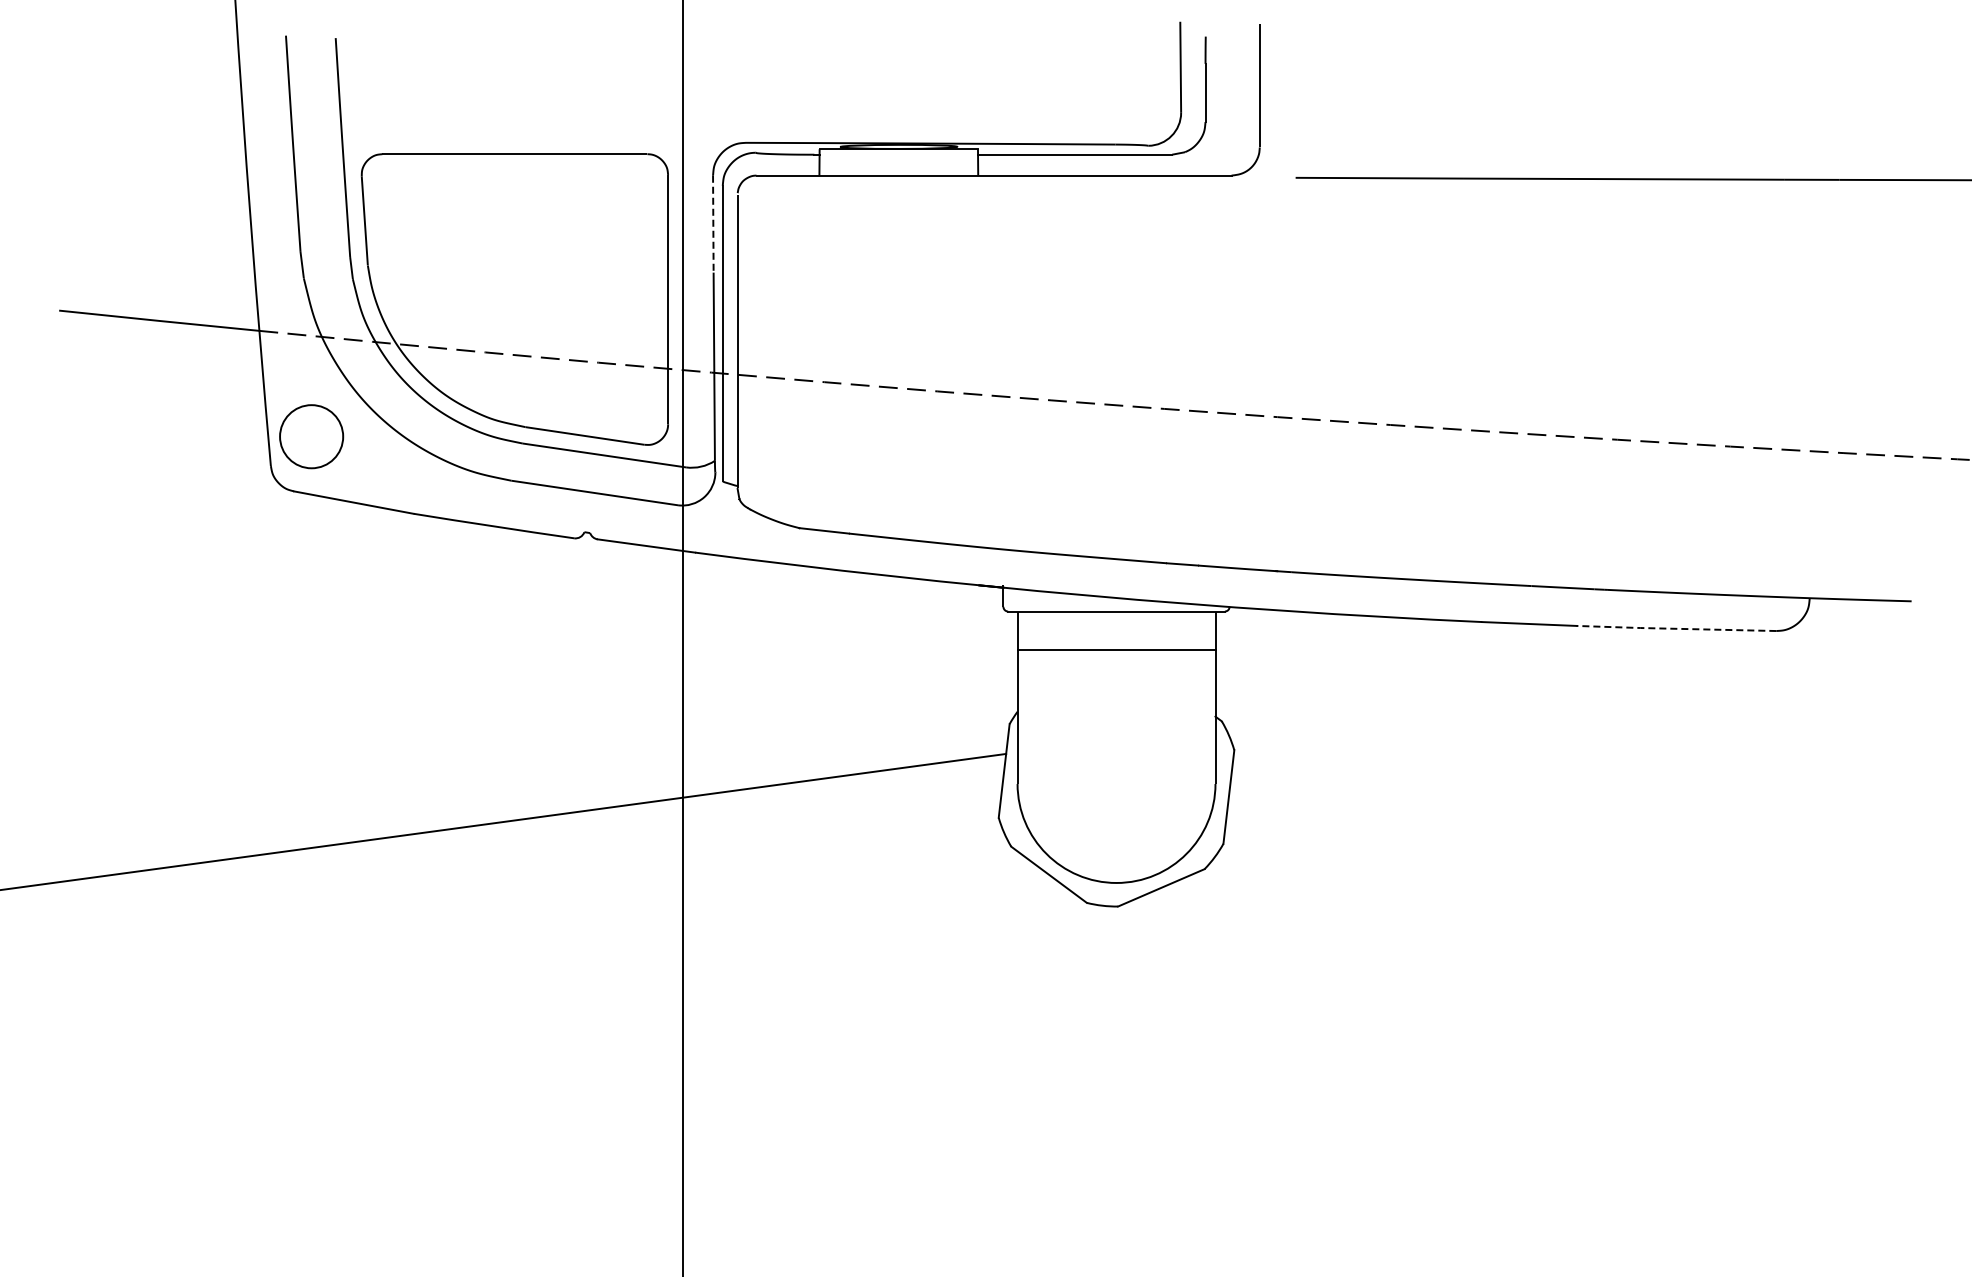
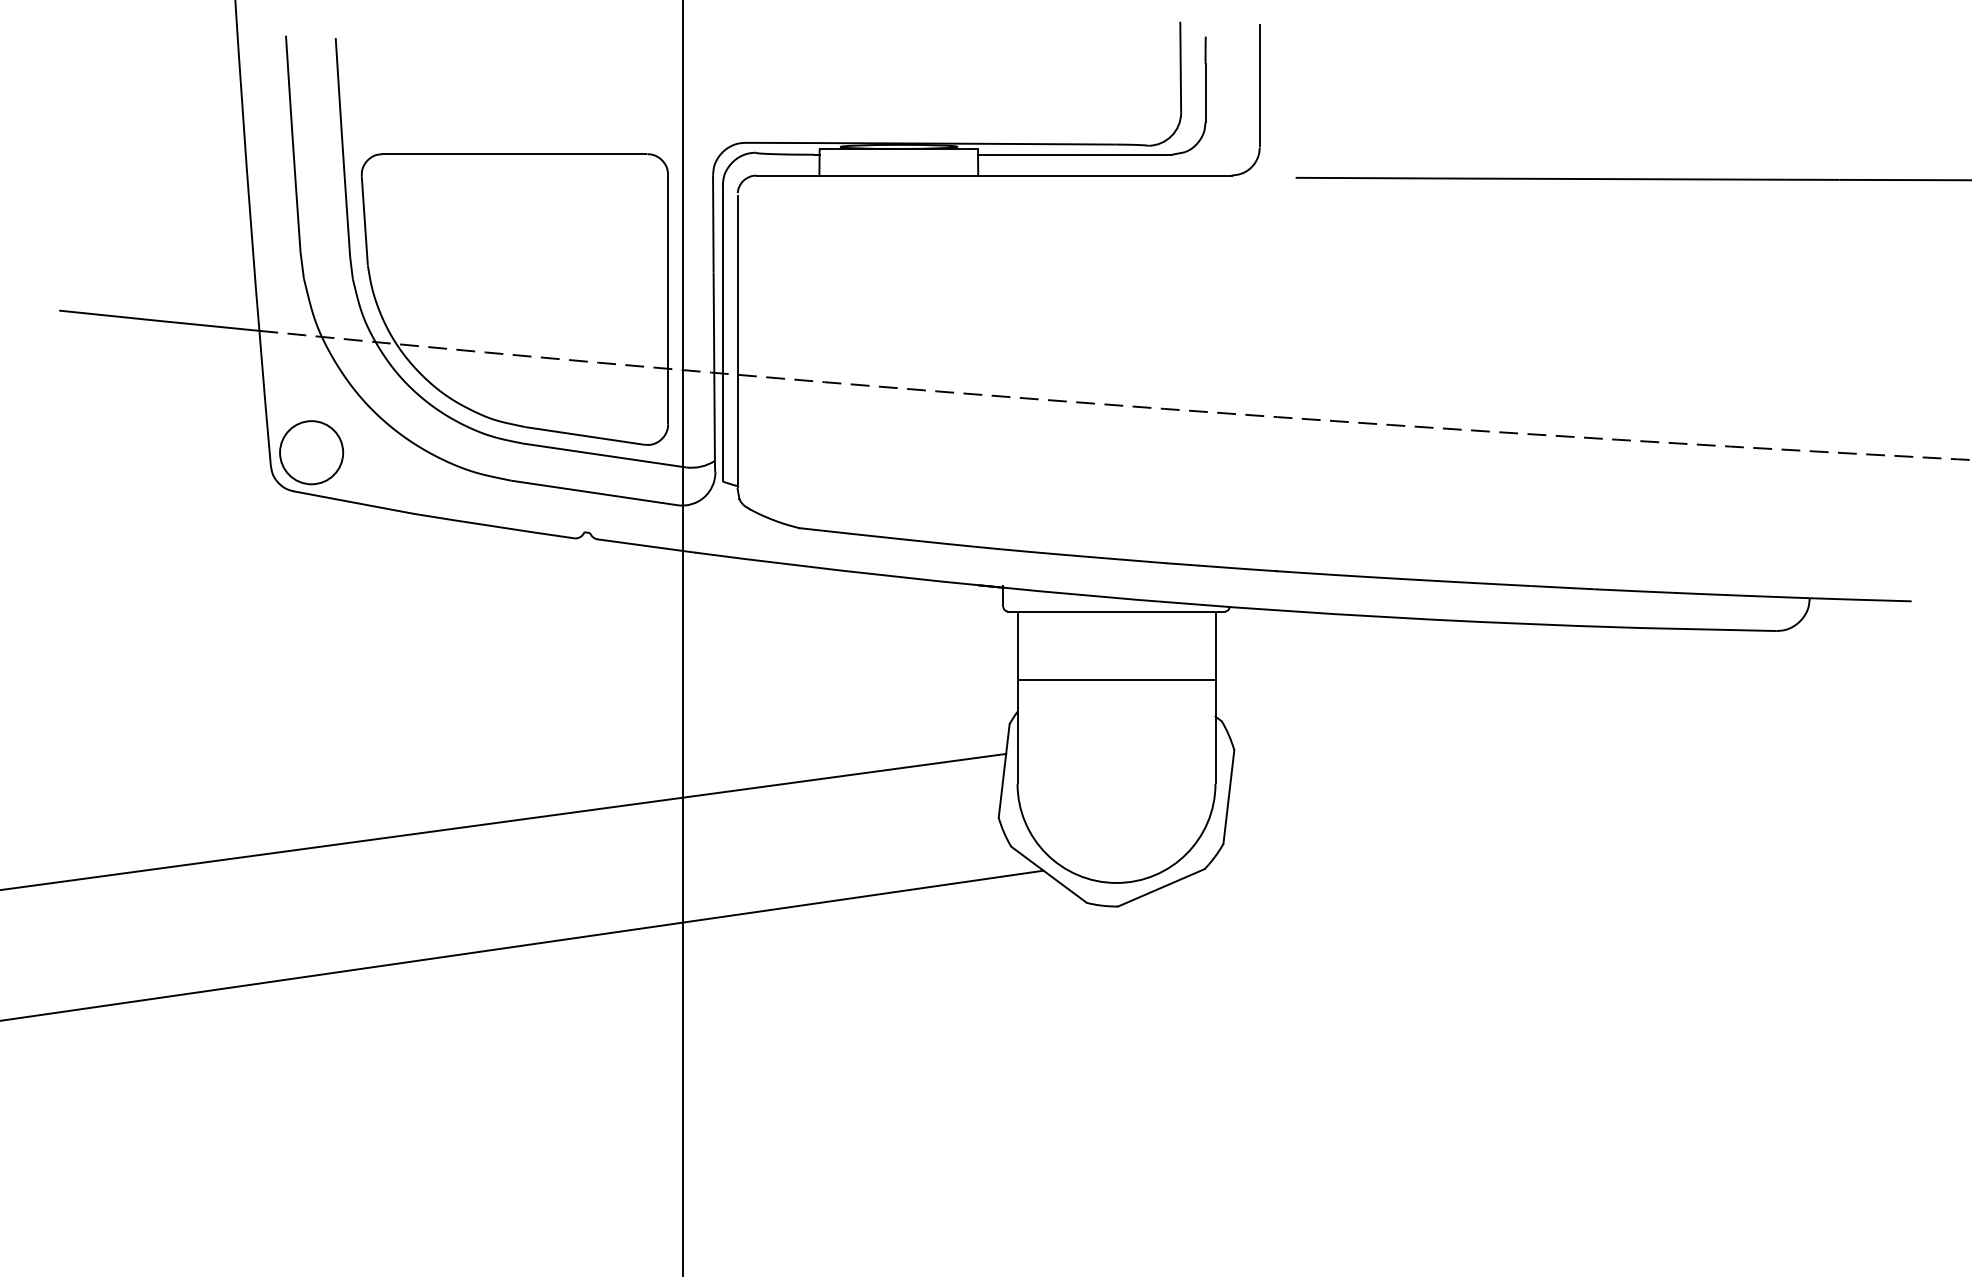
line at (713, 224): dashed -> solid
circle at (311, 436) position: (311, 436) -> (311, 452)
line at (1675, 628): dashed -> solid
line at (1116, 650) position: (1116, 650) -> (1116, 680)
line at (522, 945): none -> present
